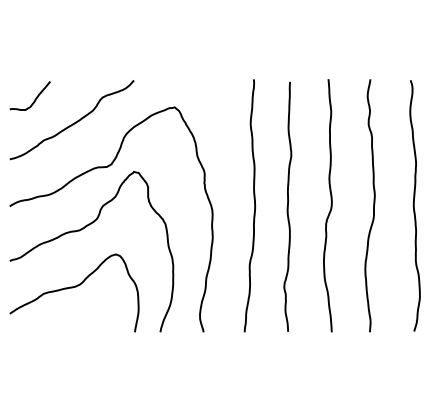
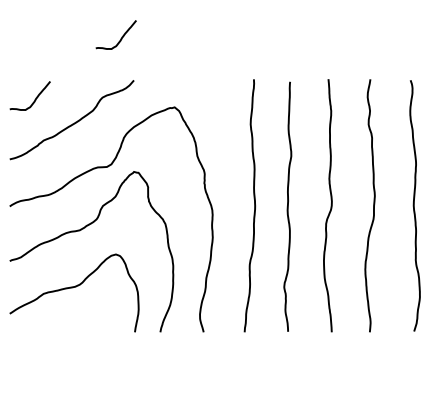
curve at (121, 36): none -> present
